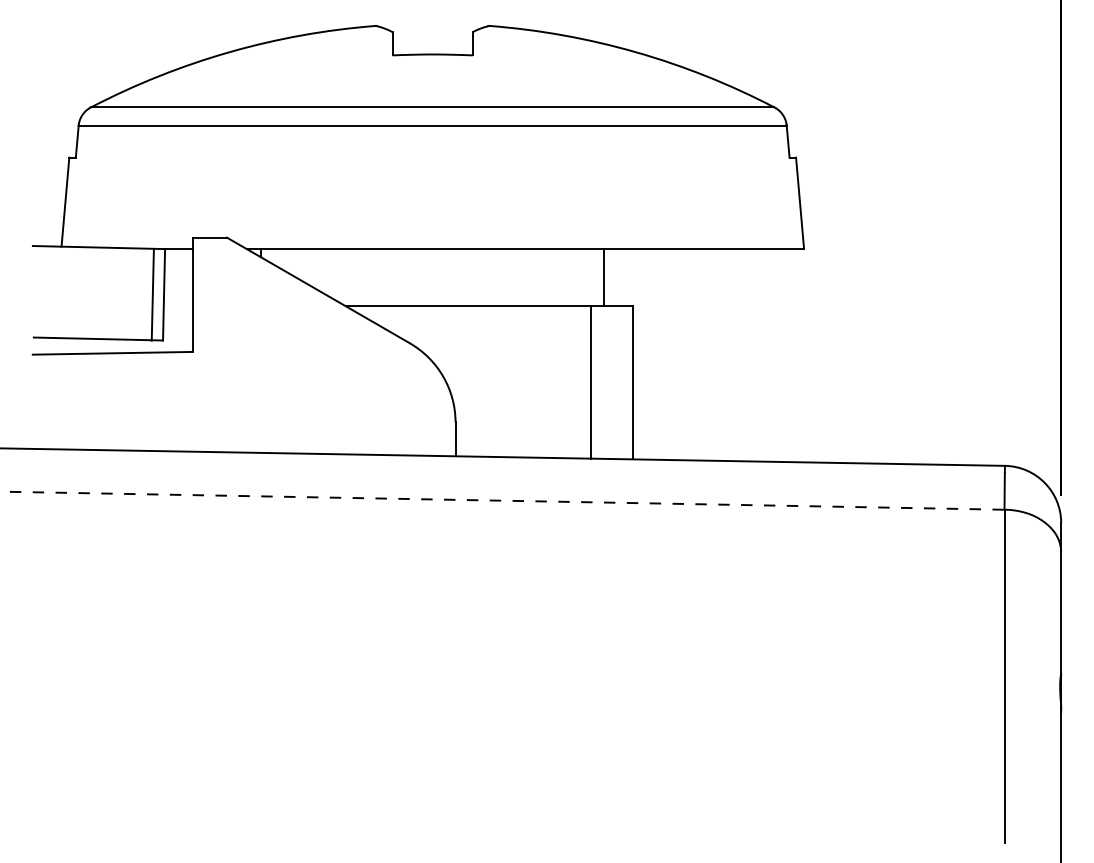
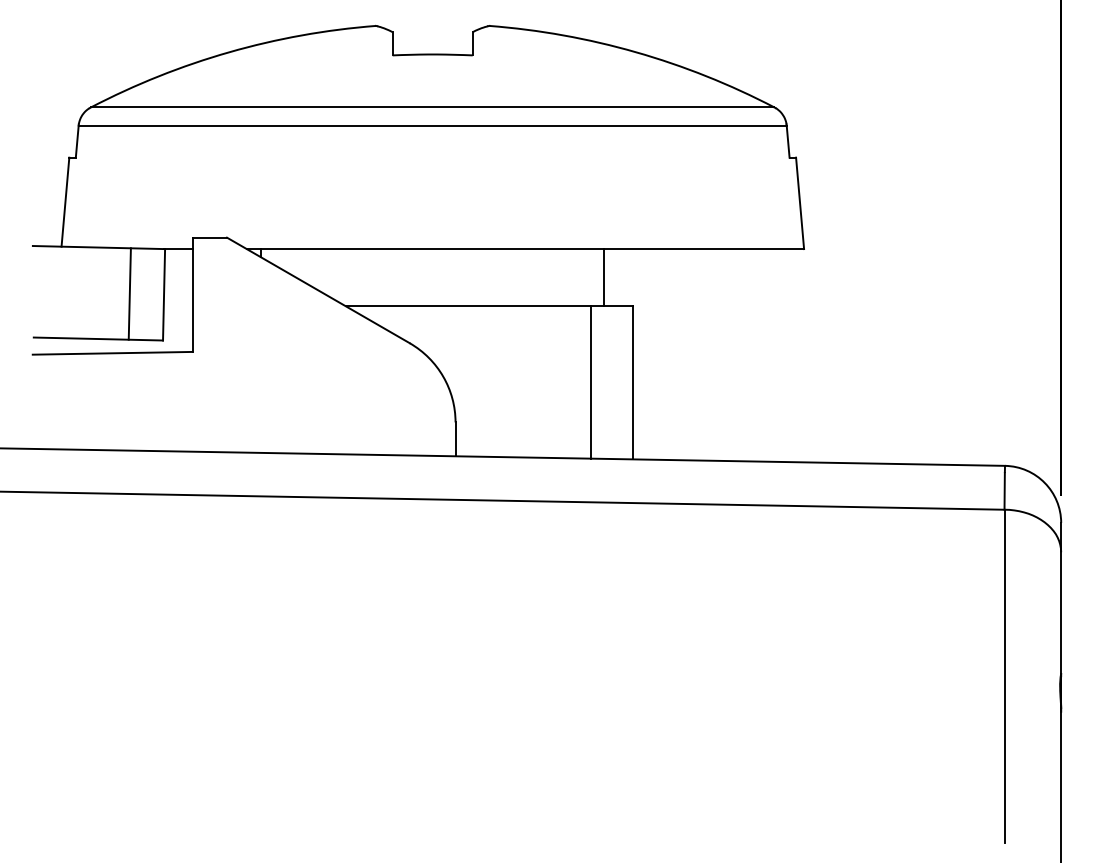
line at (152, 294) position: (152, 294) -> (129, 293)
line at (502, 500): dashed -> solid
